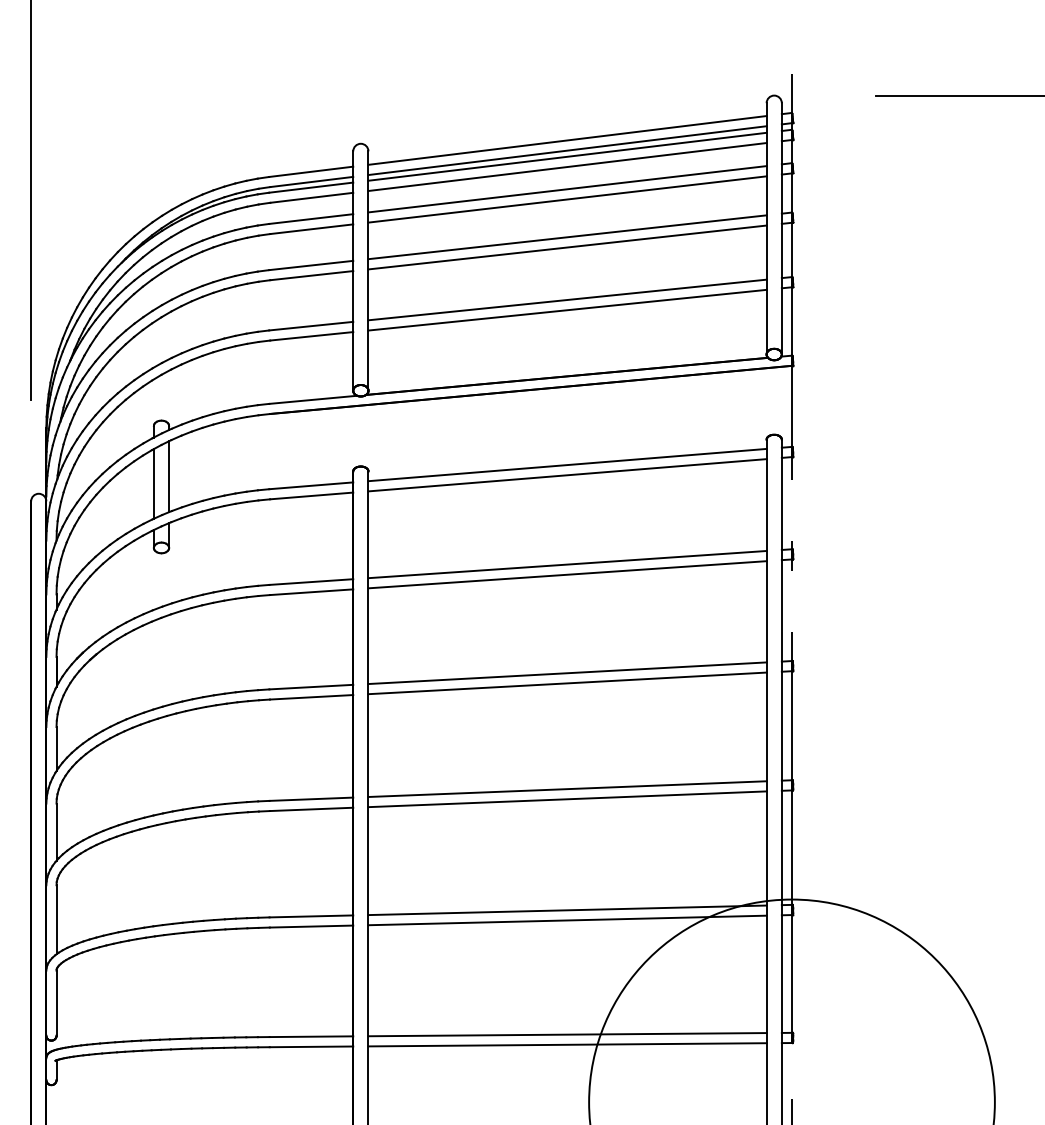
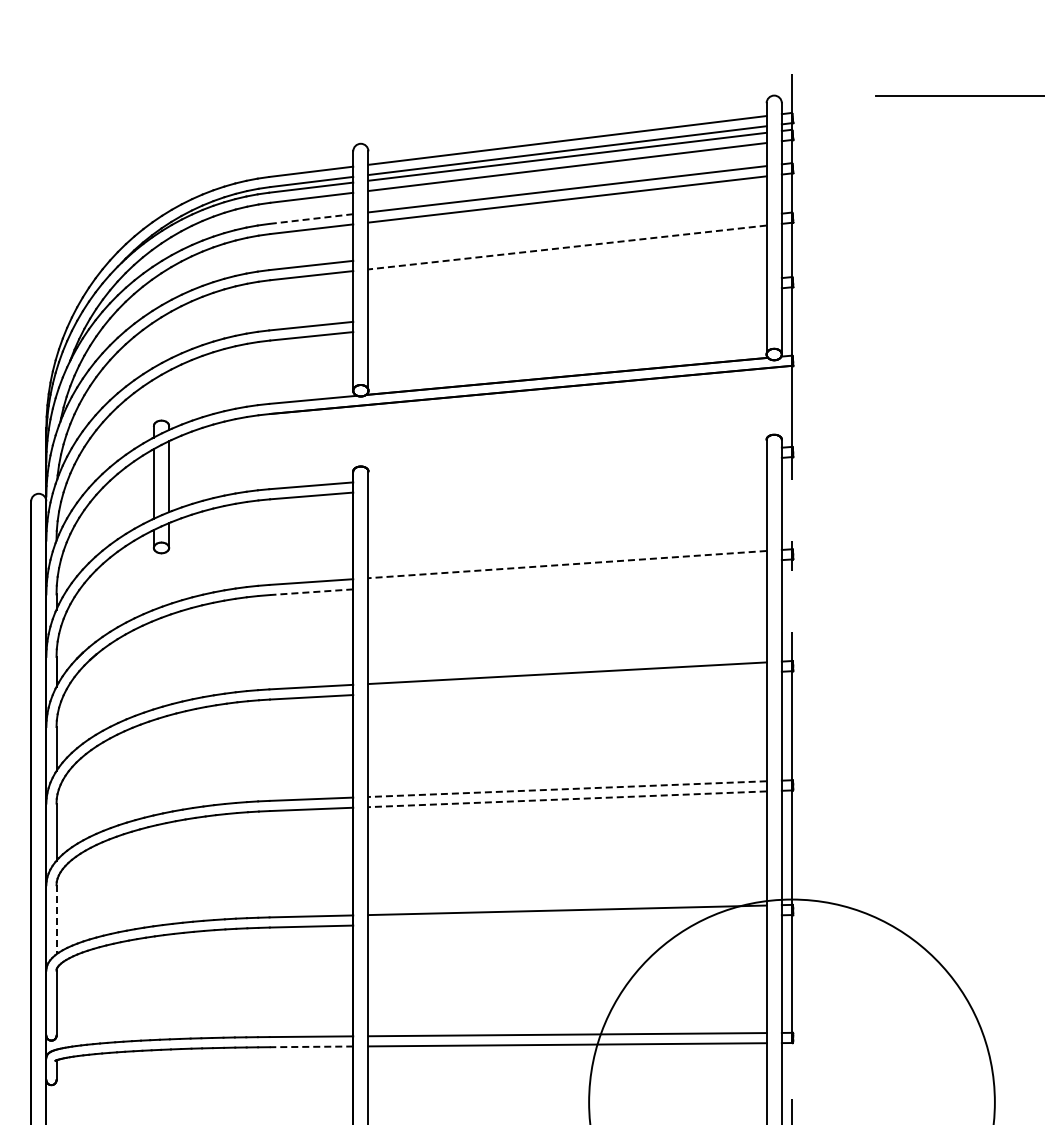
line at (31, 201): present -> none
line at (310, 219): solid -> dashed
line at (567, 237): present -> none
line at (567, 247): solid -> dashed
line at (567, 299): present -> none
line at (567, 309): present -> none
line at (567, 464): present -> none
line at (567, 475): present -> none
line at (567, 564): solid -> dashed
line at (567, 574): present -> none
line at (311, 592): solid -> dashed
line at (567, 683): present -> none
line at (567, 789): solid -> dashed
line at (567, 799): solid -> dashed
line at (56, 919): solid -> dashed
line at (567, 920): present -> none
line at (311, 1046): solid -> dashed
